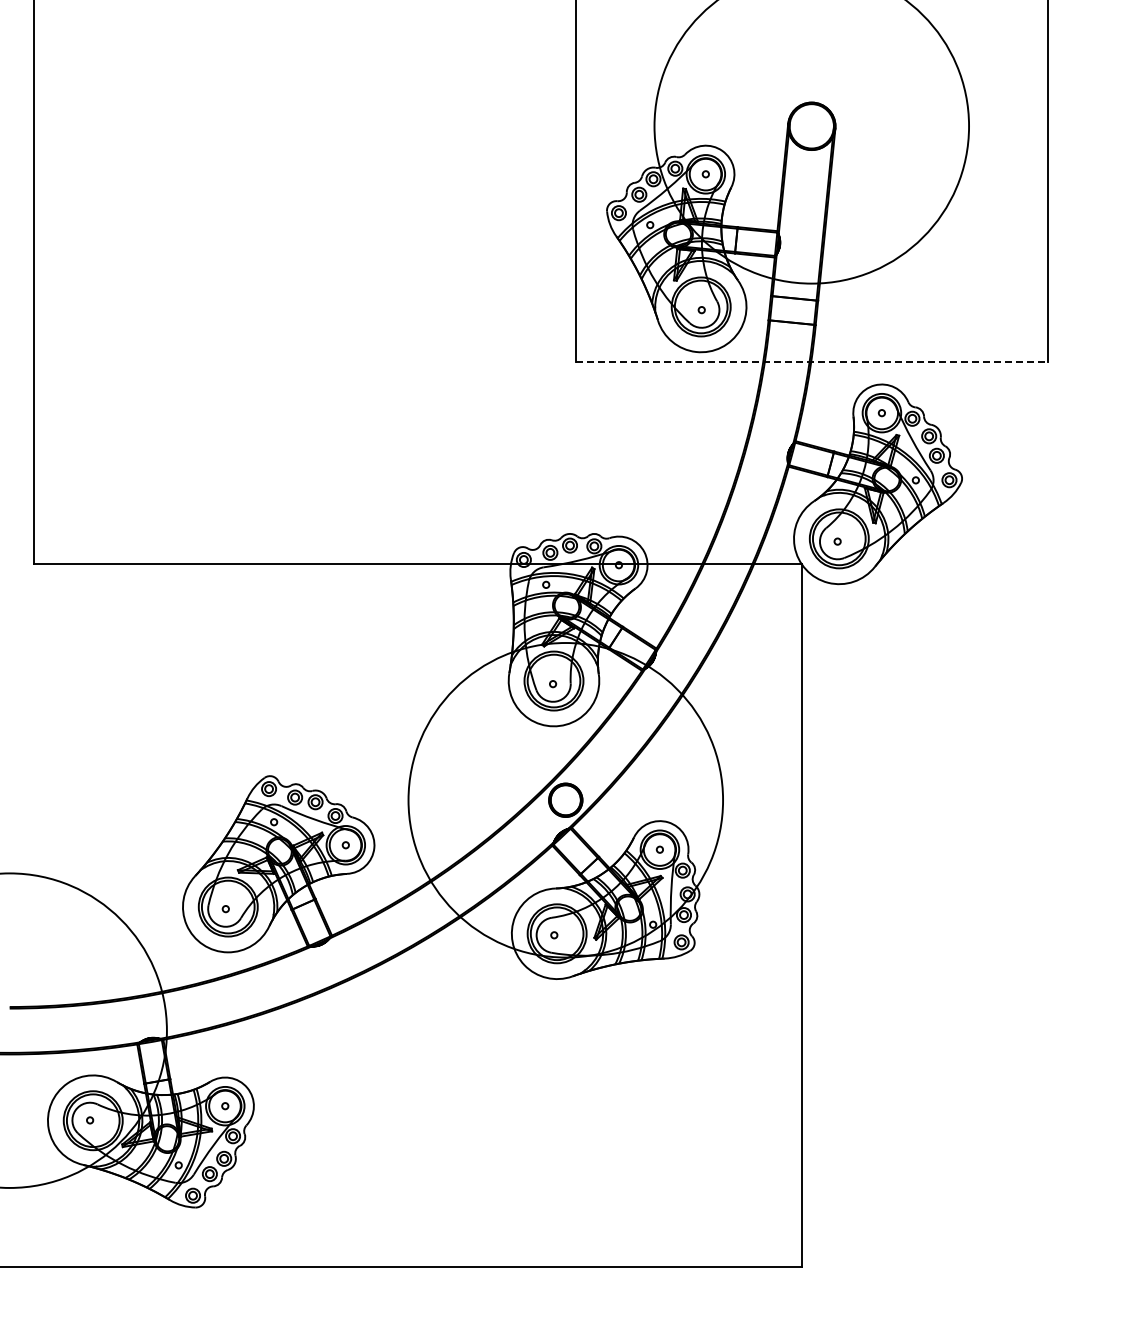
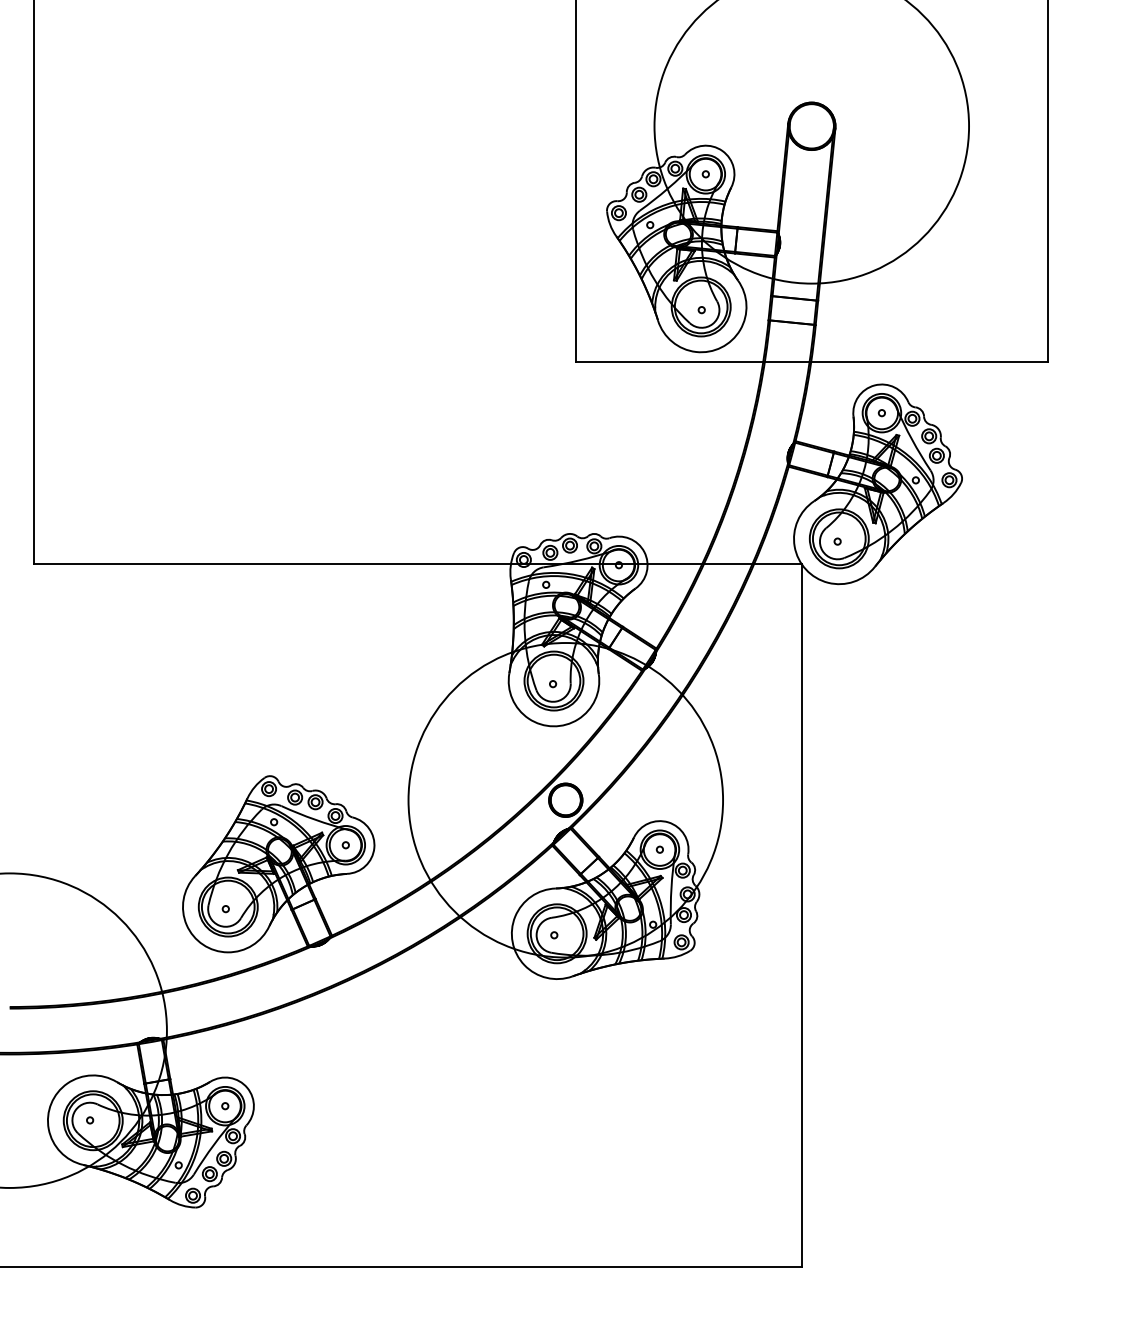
line at (811, 362): dashed -> solid
